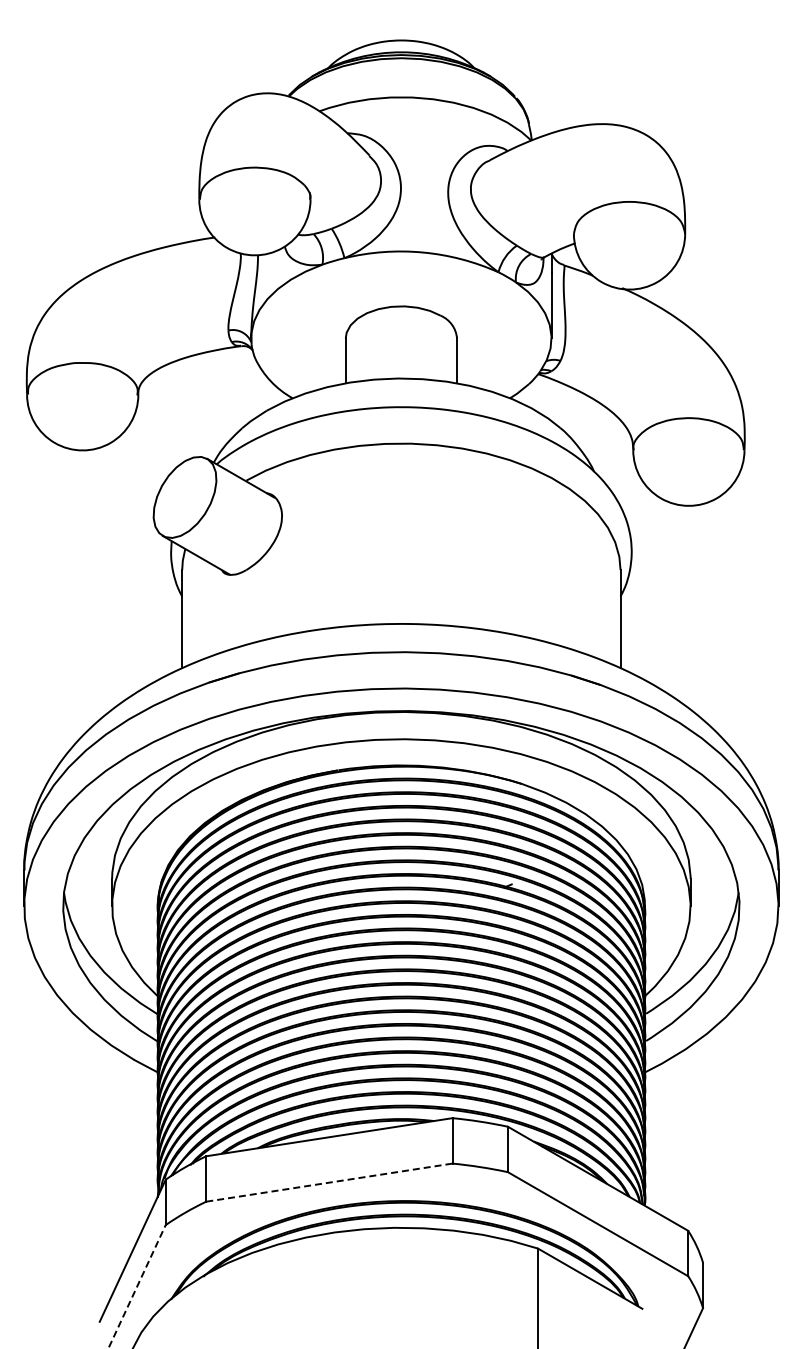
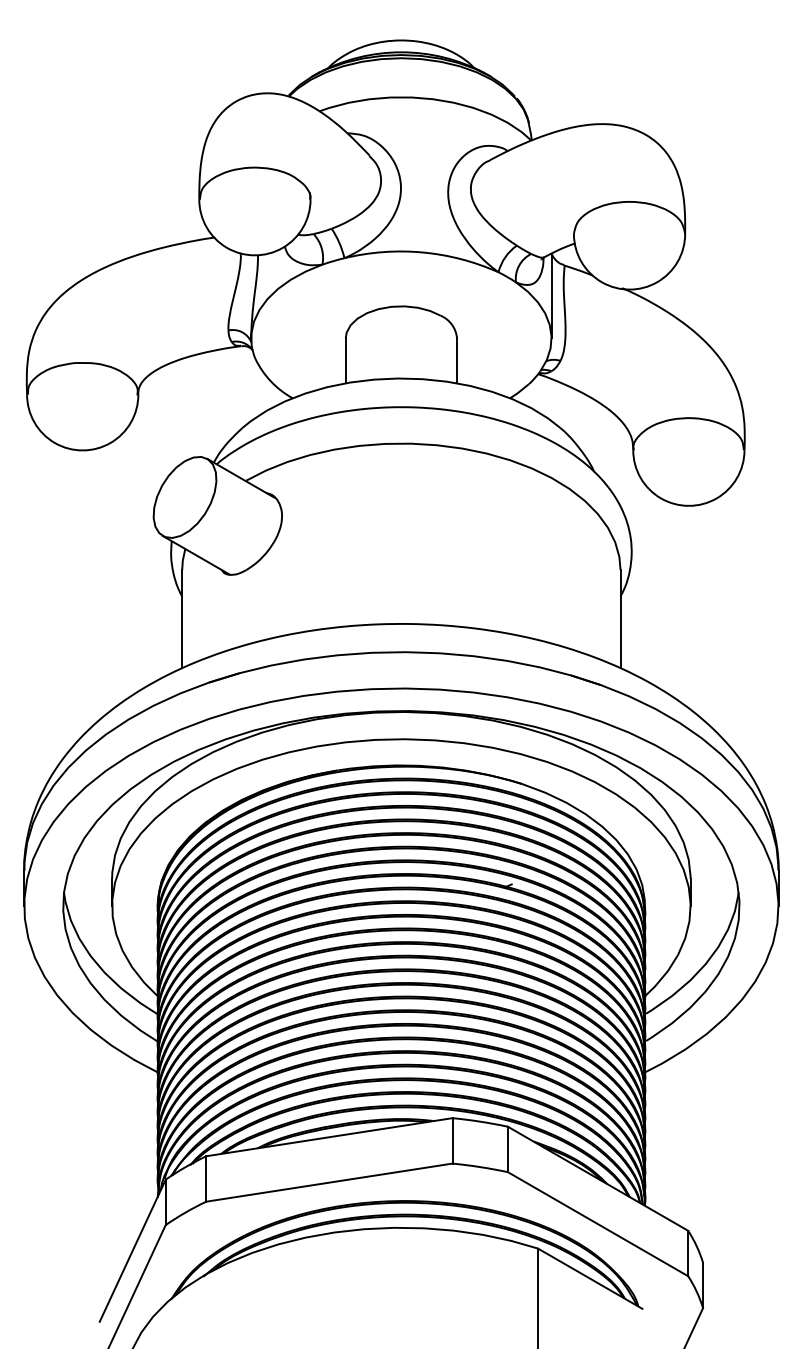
line at (329, 1182): dashed -> solid
line at (137, 1286): dashed -> solid
